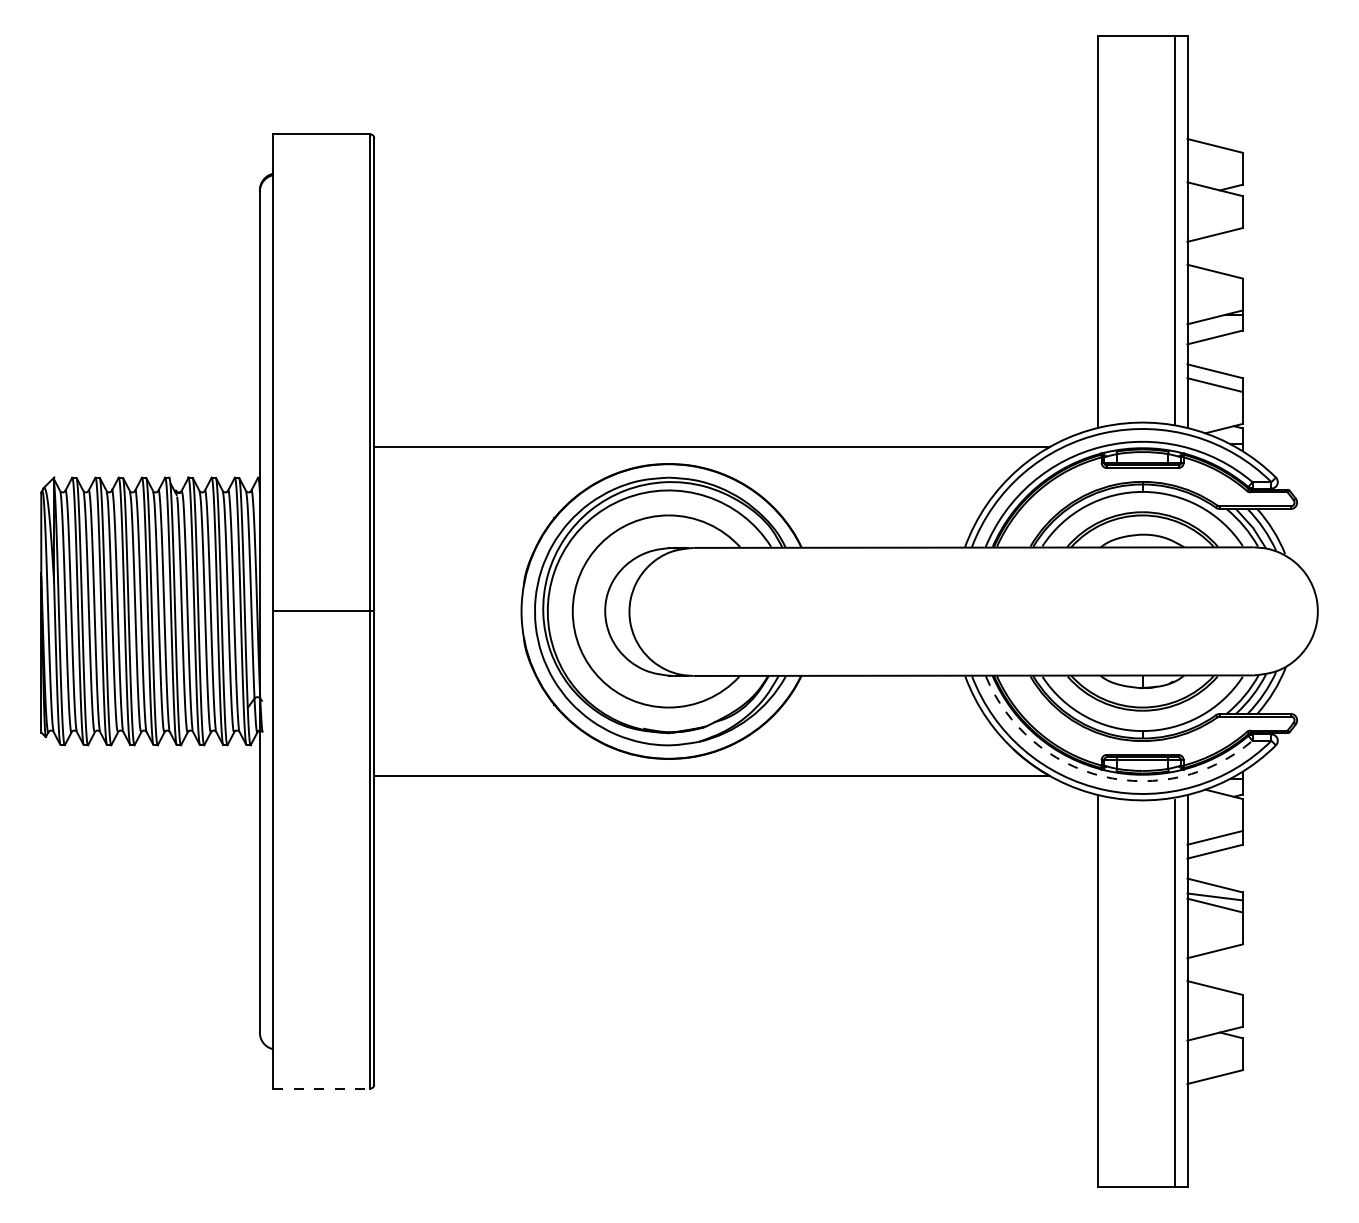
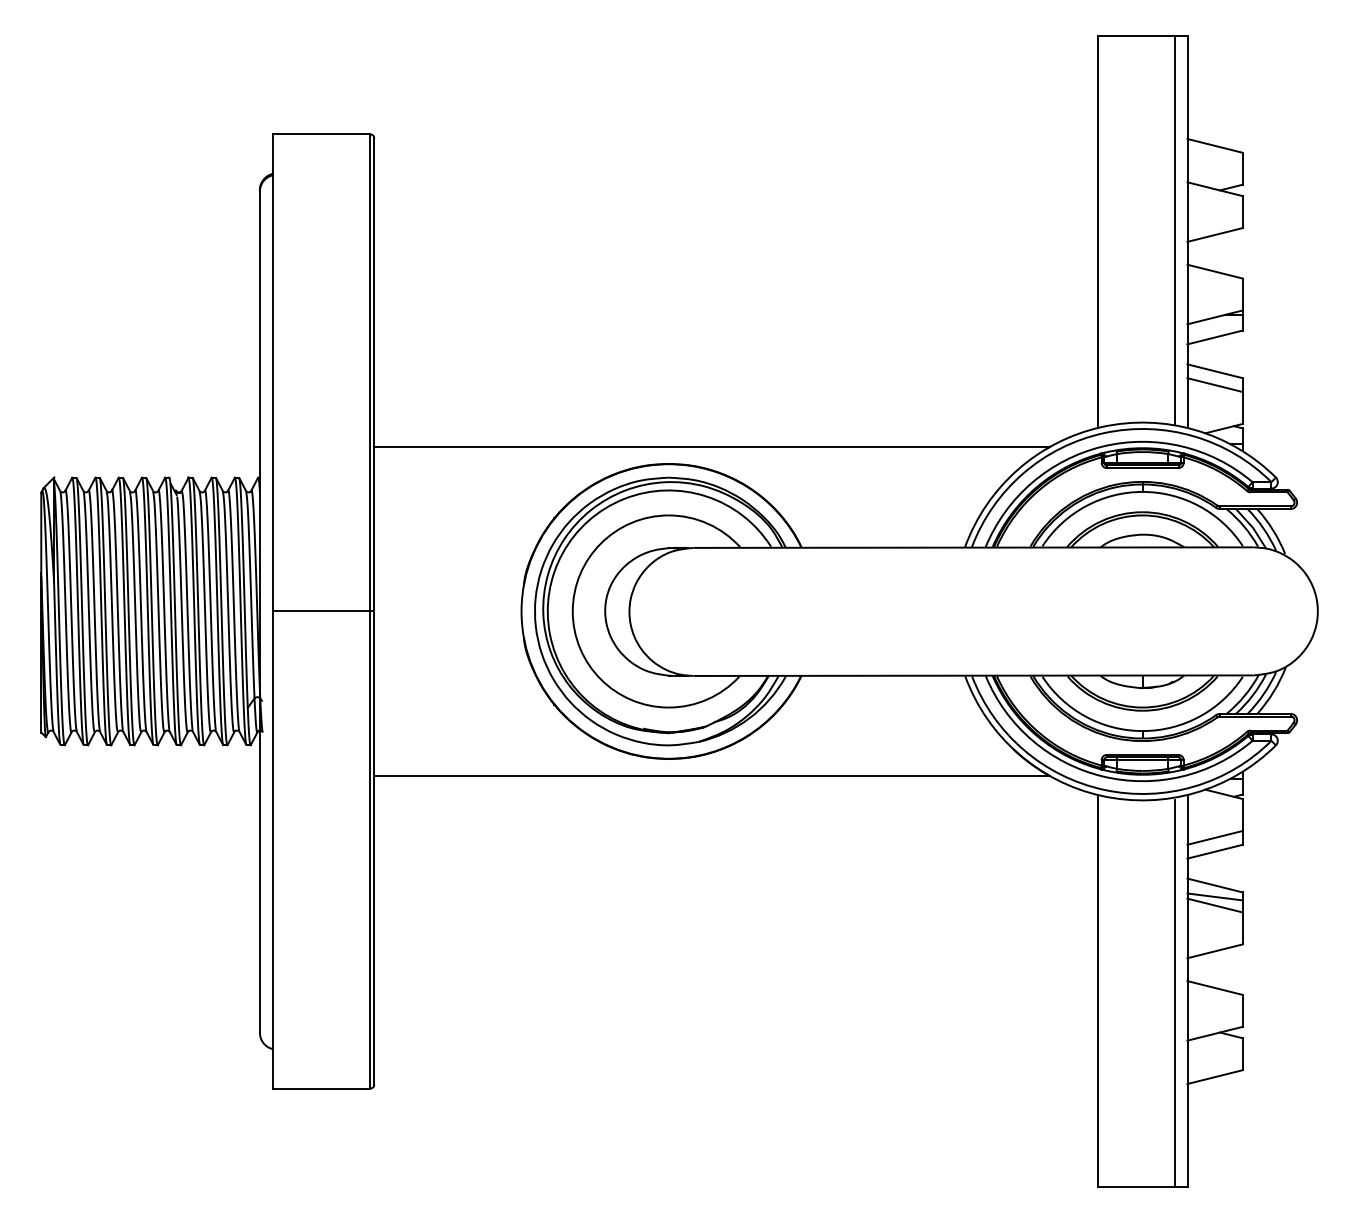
arc at (1102, 776): dashed -> solid
line at (321, 1088): dashed -> solid
